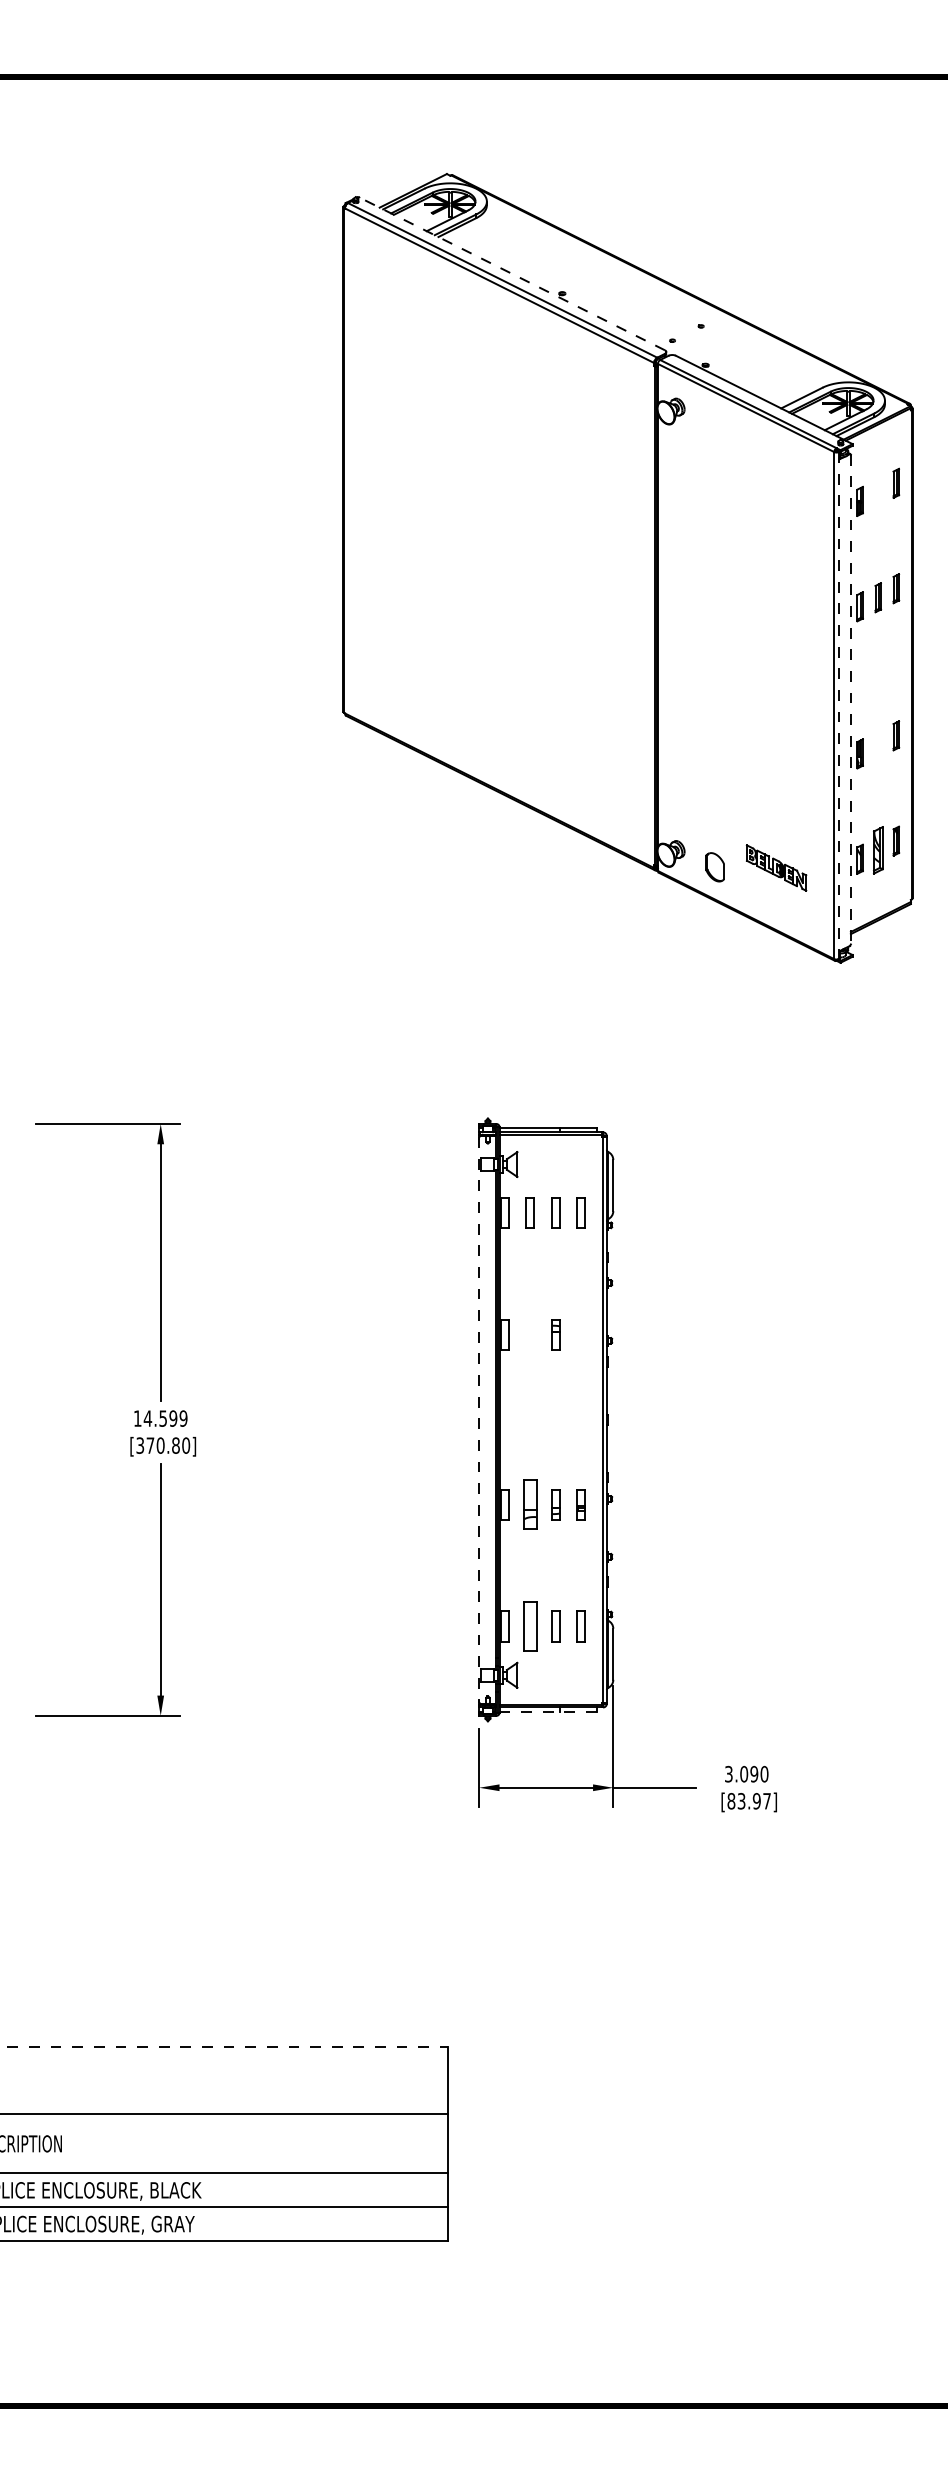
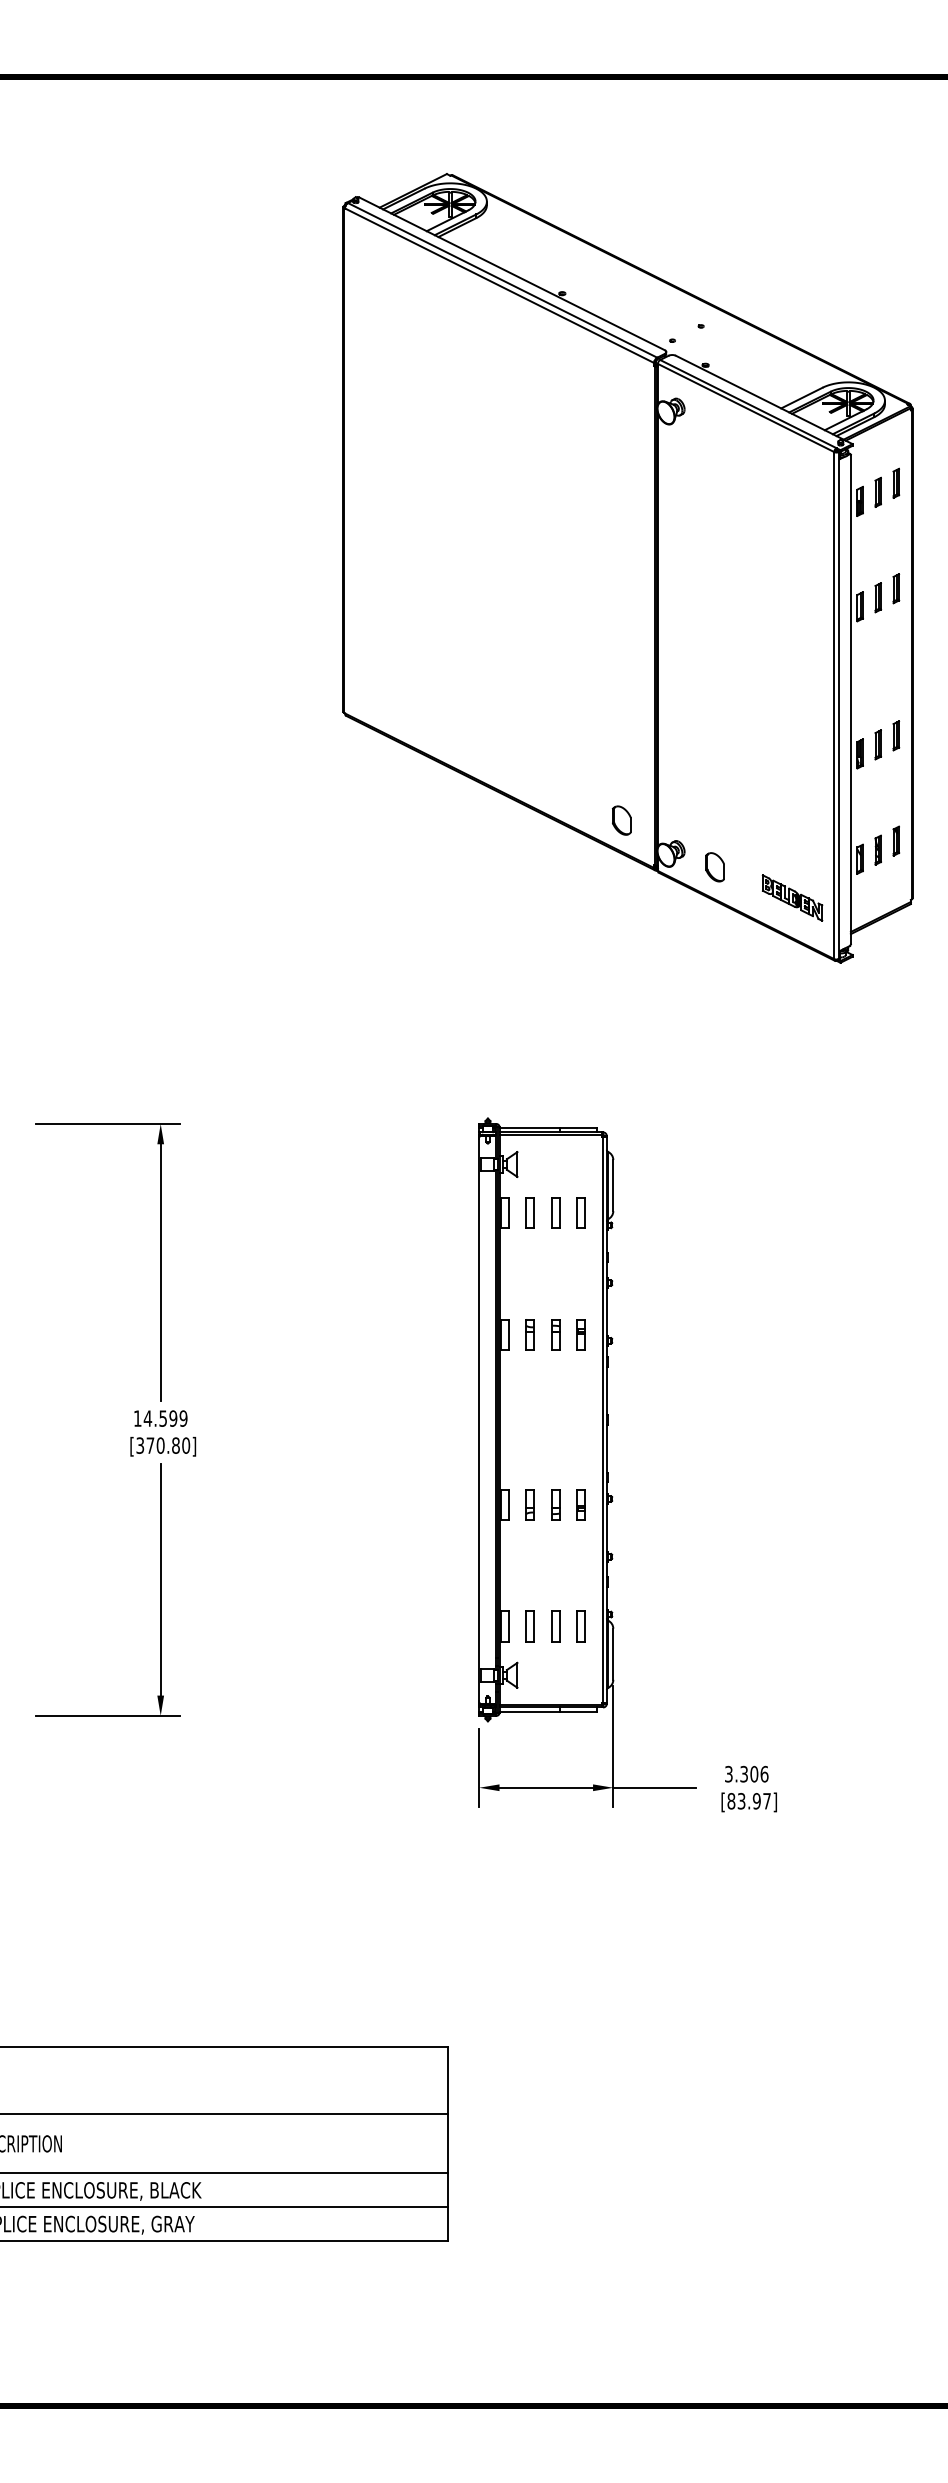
line at (512, 273): dashed -> solid
part at (877, 491): none -> present
line at (850, 699): dashed -> solid
line at (838, 705): dashed -> solid
part at (877, 744): none -> present
part at (621, 820): none -> present
part at (878, 850) size: 11x49 px -> 8x32 px
part at (776, 867) position: (776, 867) -> (792, 897)
part at (529, 1334): none -> present
part at (580, 1334): none -> present
line at (479, 1419): dashed -> solid
part at (530, 1504) size: 15x51 px -> 10x32 px
part at (530, 1626) size: 15x51 px -> 10x33 px
line at (548, 1711): dashed -> solid
text at (754, 1773): 3.090 -> 3.306
line at (224, 2046): dashed -> solid
